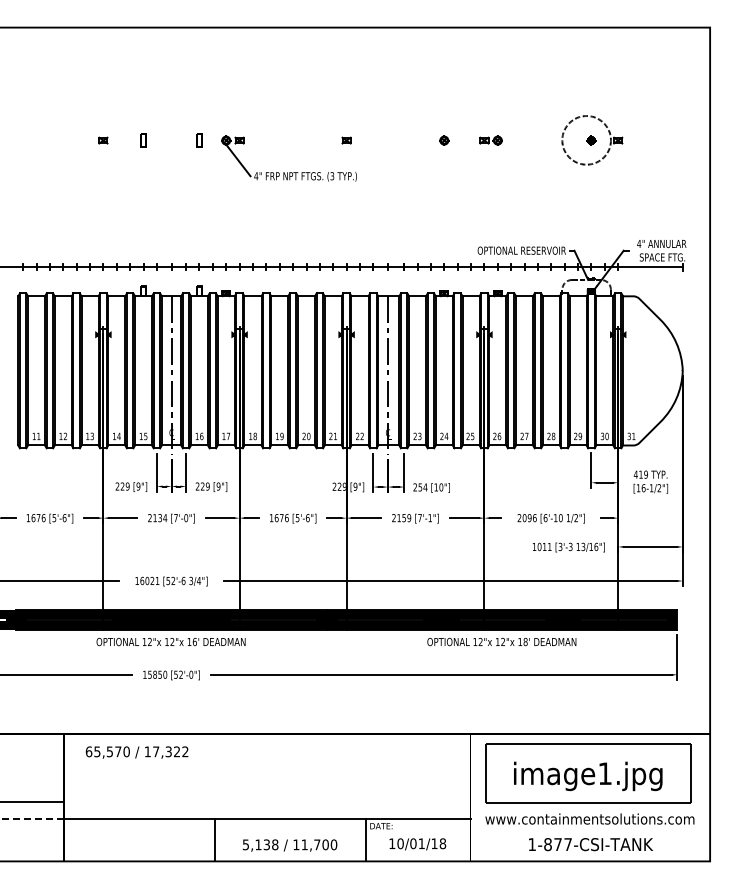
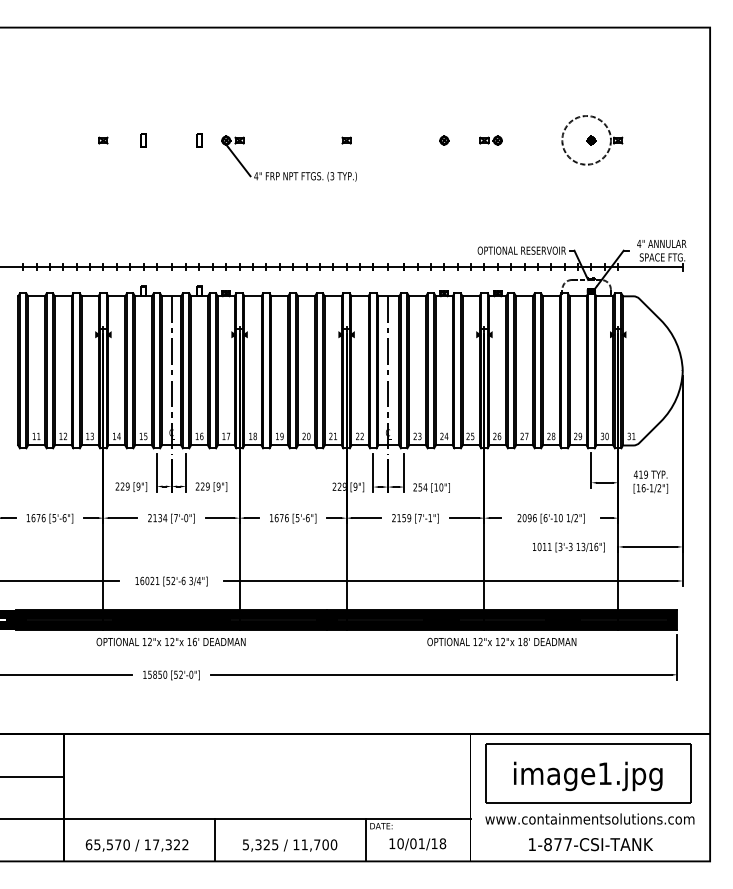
text at (136, 752) position: (136, 752) -> (136, 845)
line at (32, 801) position: (32, 801) -> (32, 776)
line at (31, 818): dashed -> solid
text at (266, 844): 5,138 -> 5,325
